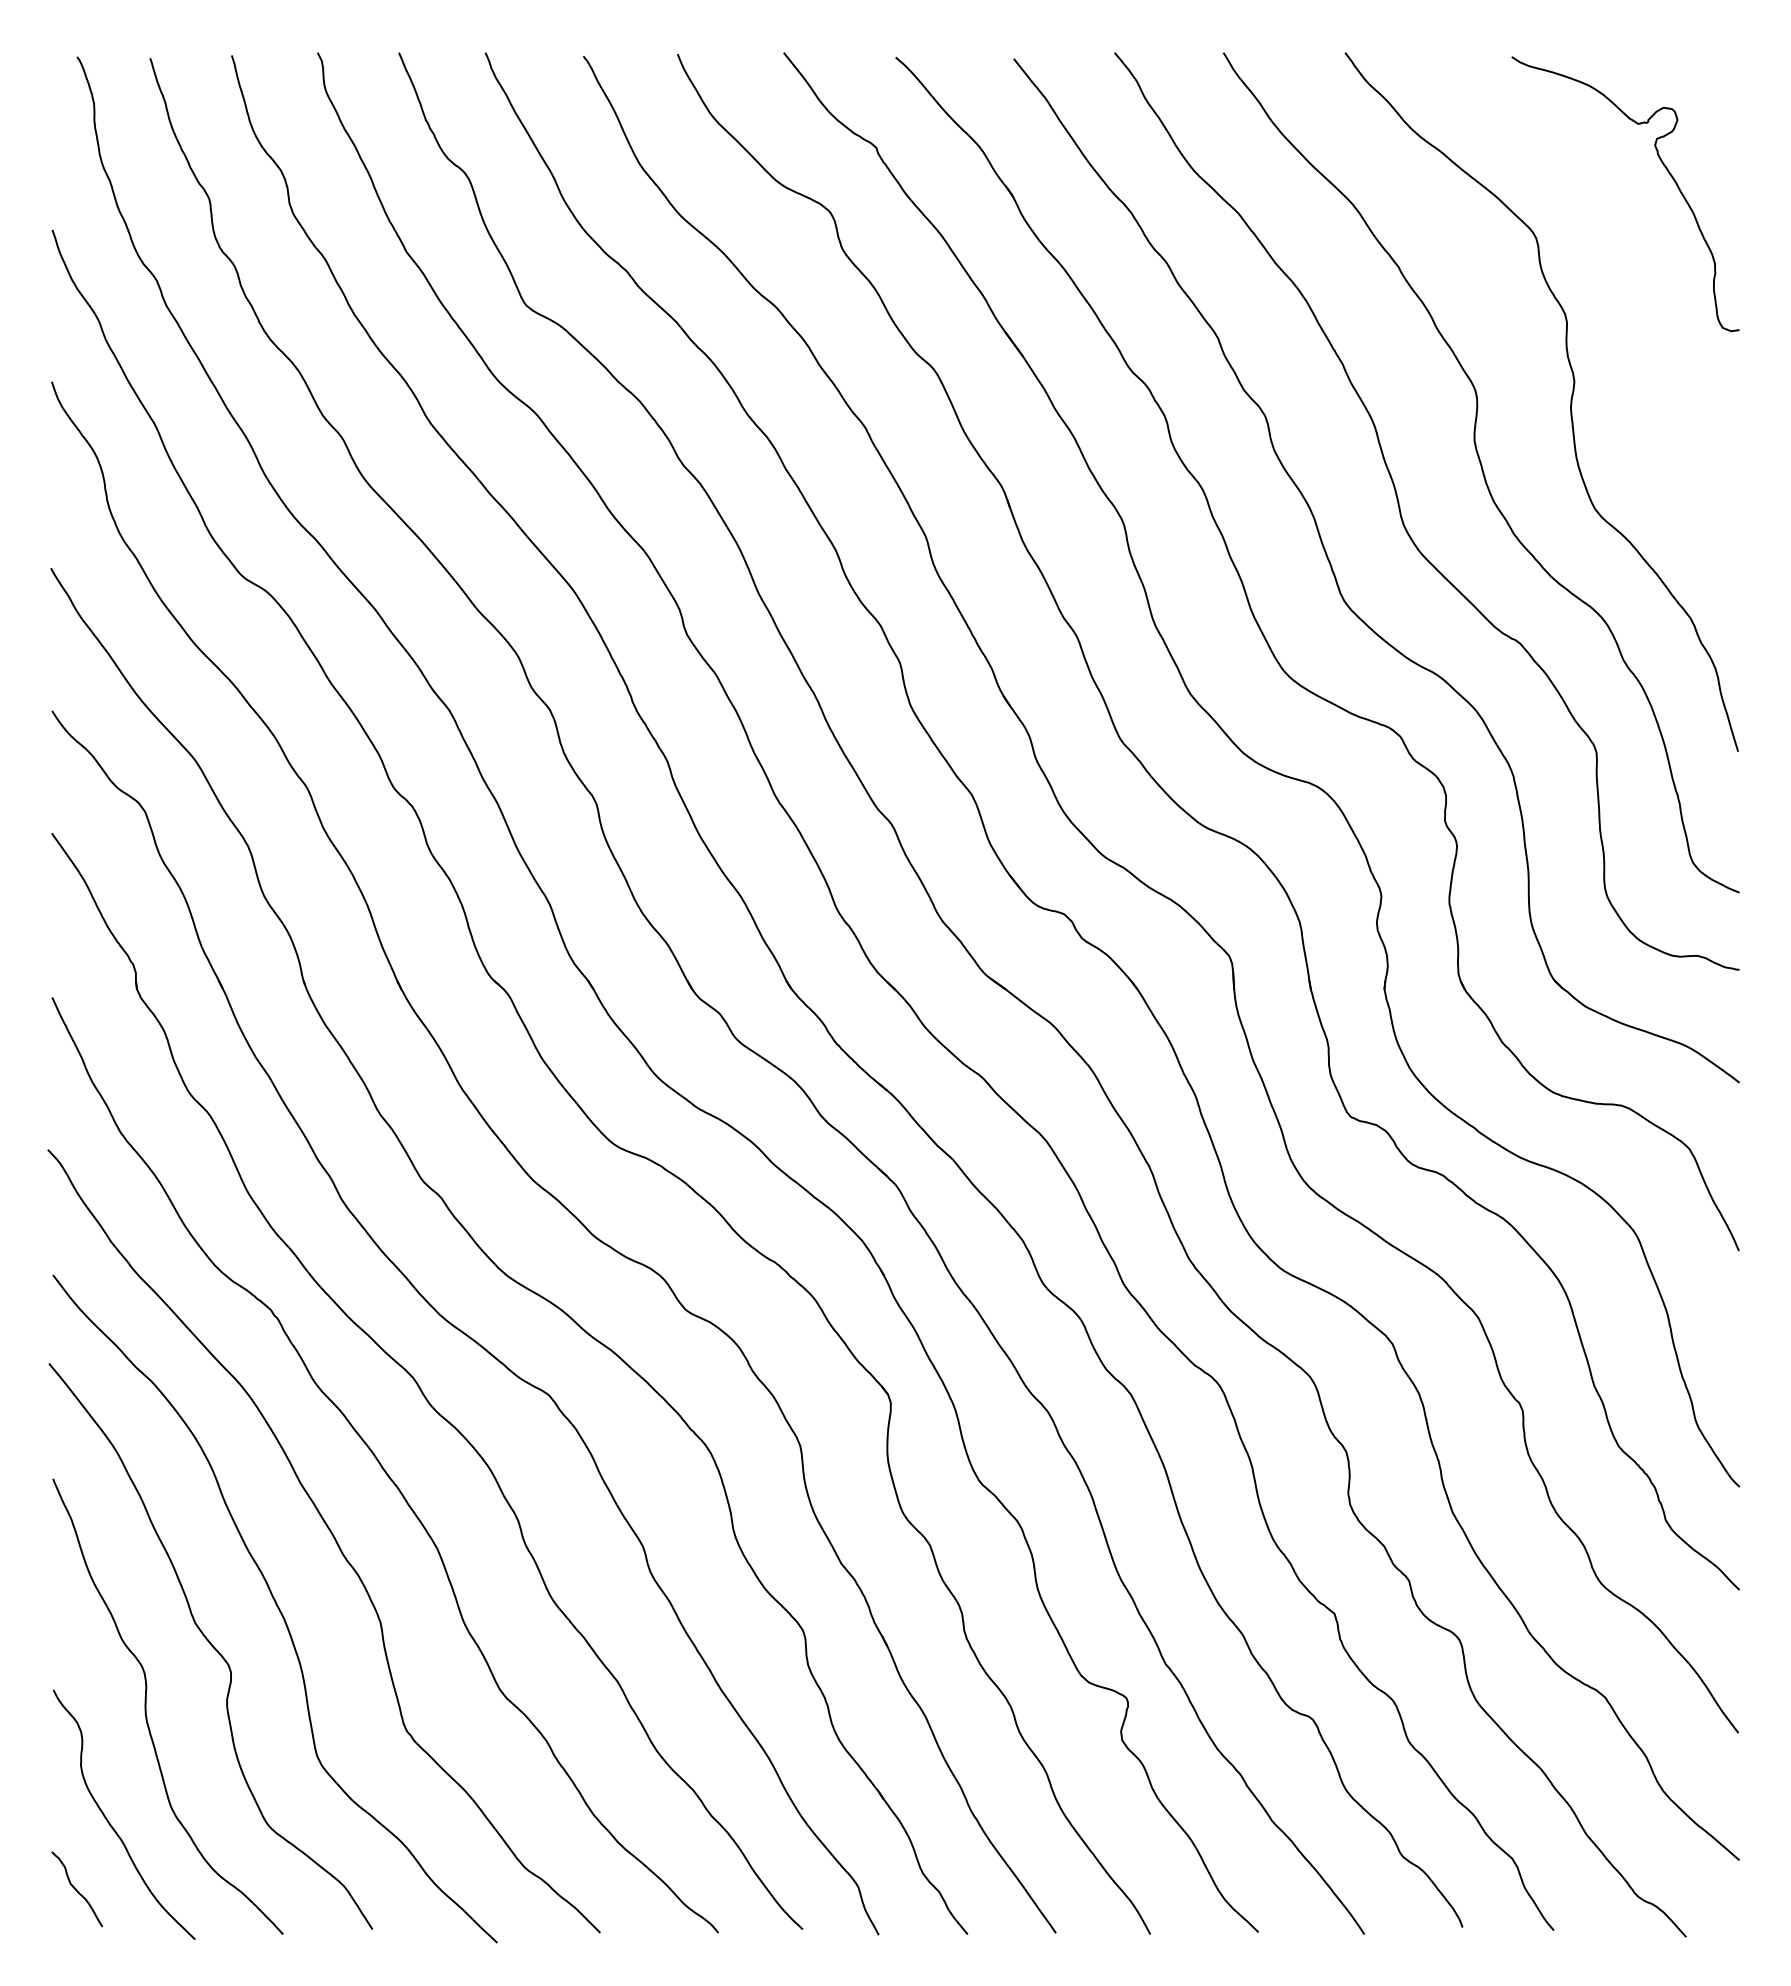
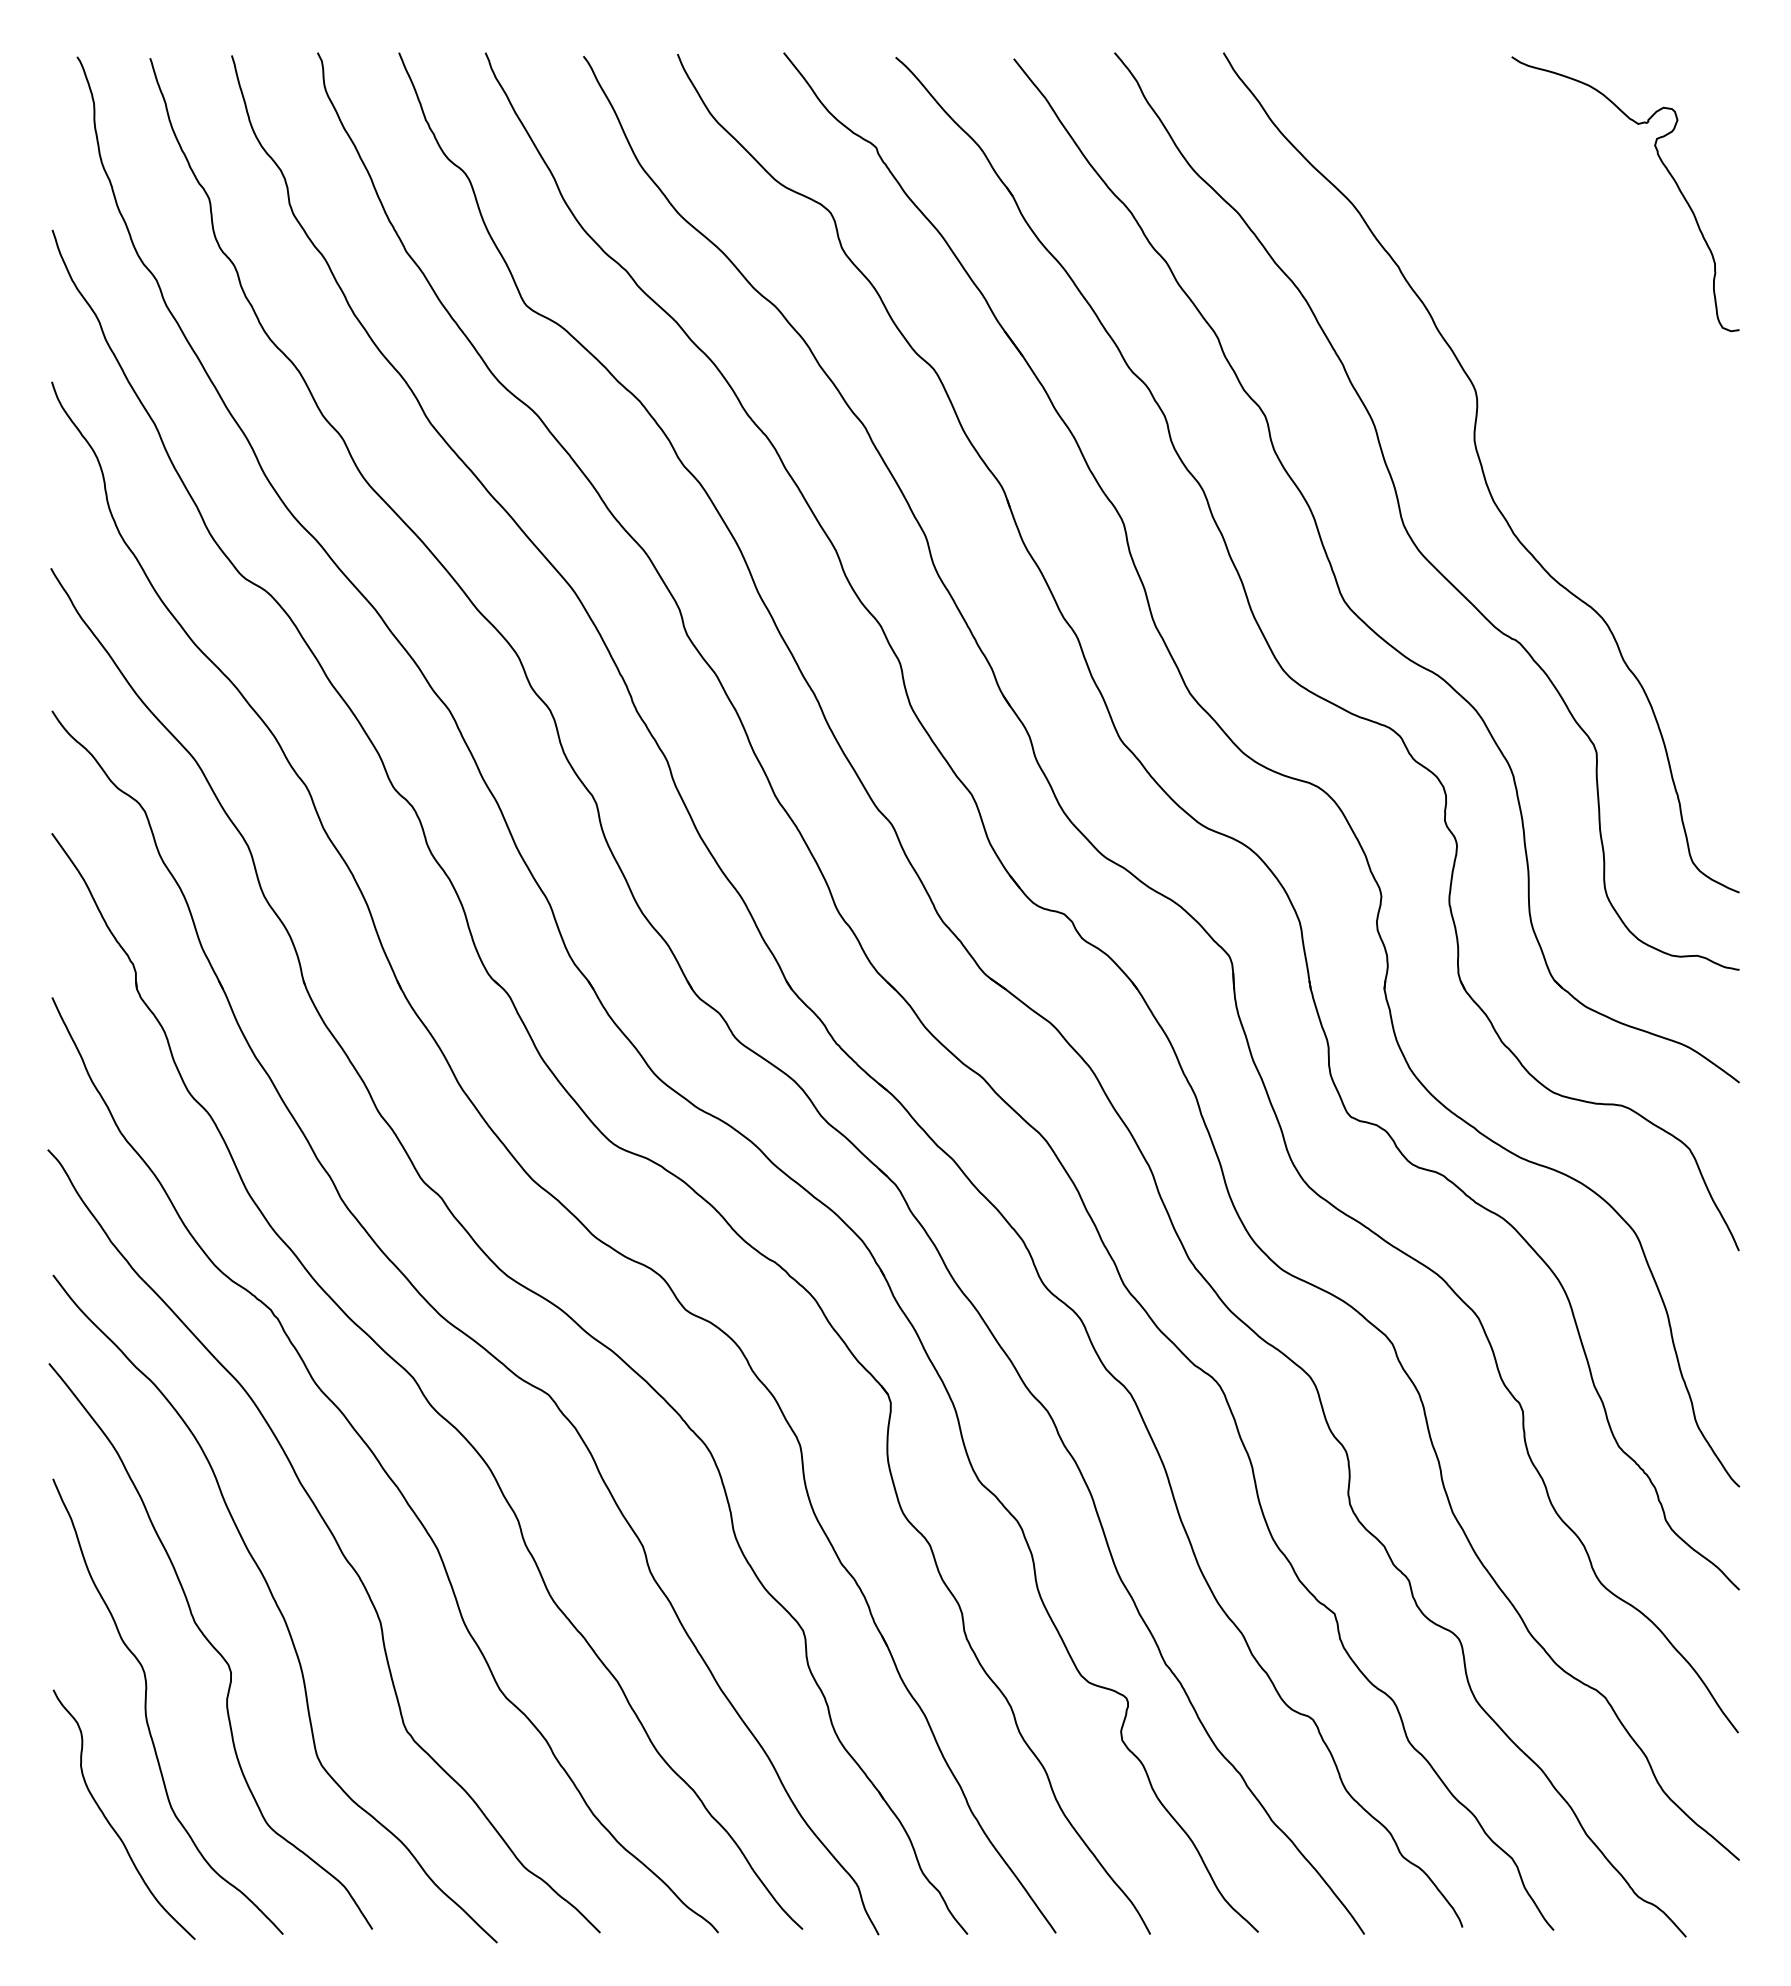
curve at (1570, 401): present -> none
curve at (76, 1889): present -> none
